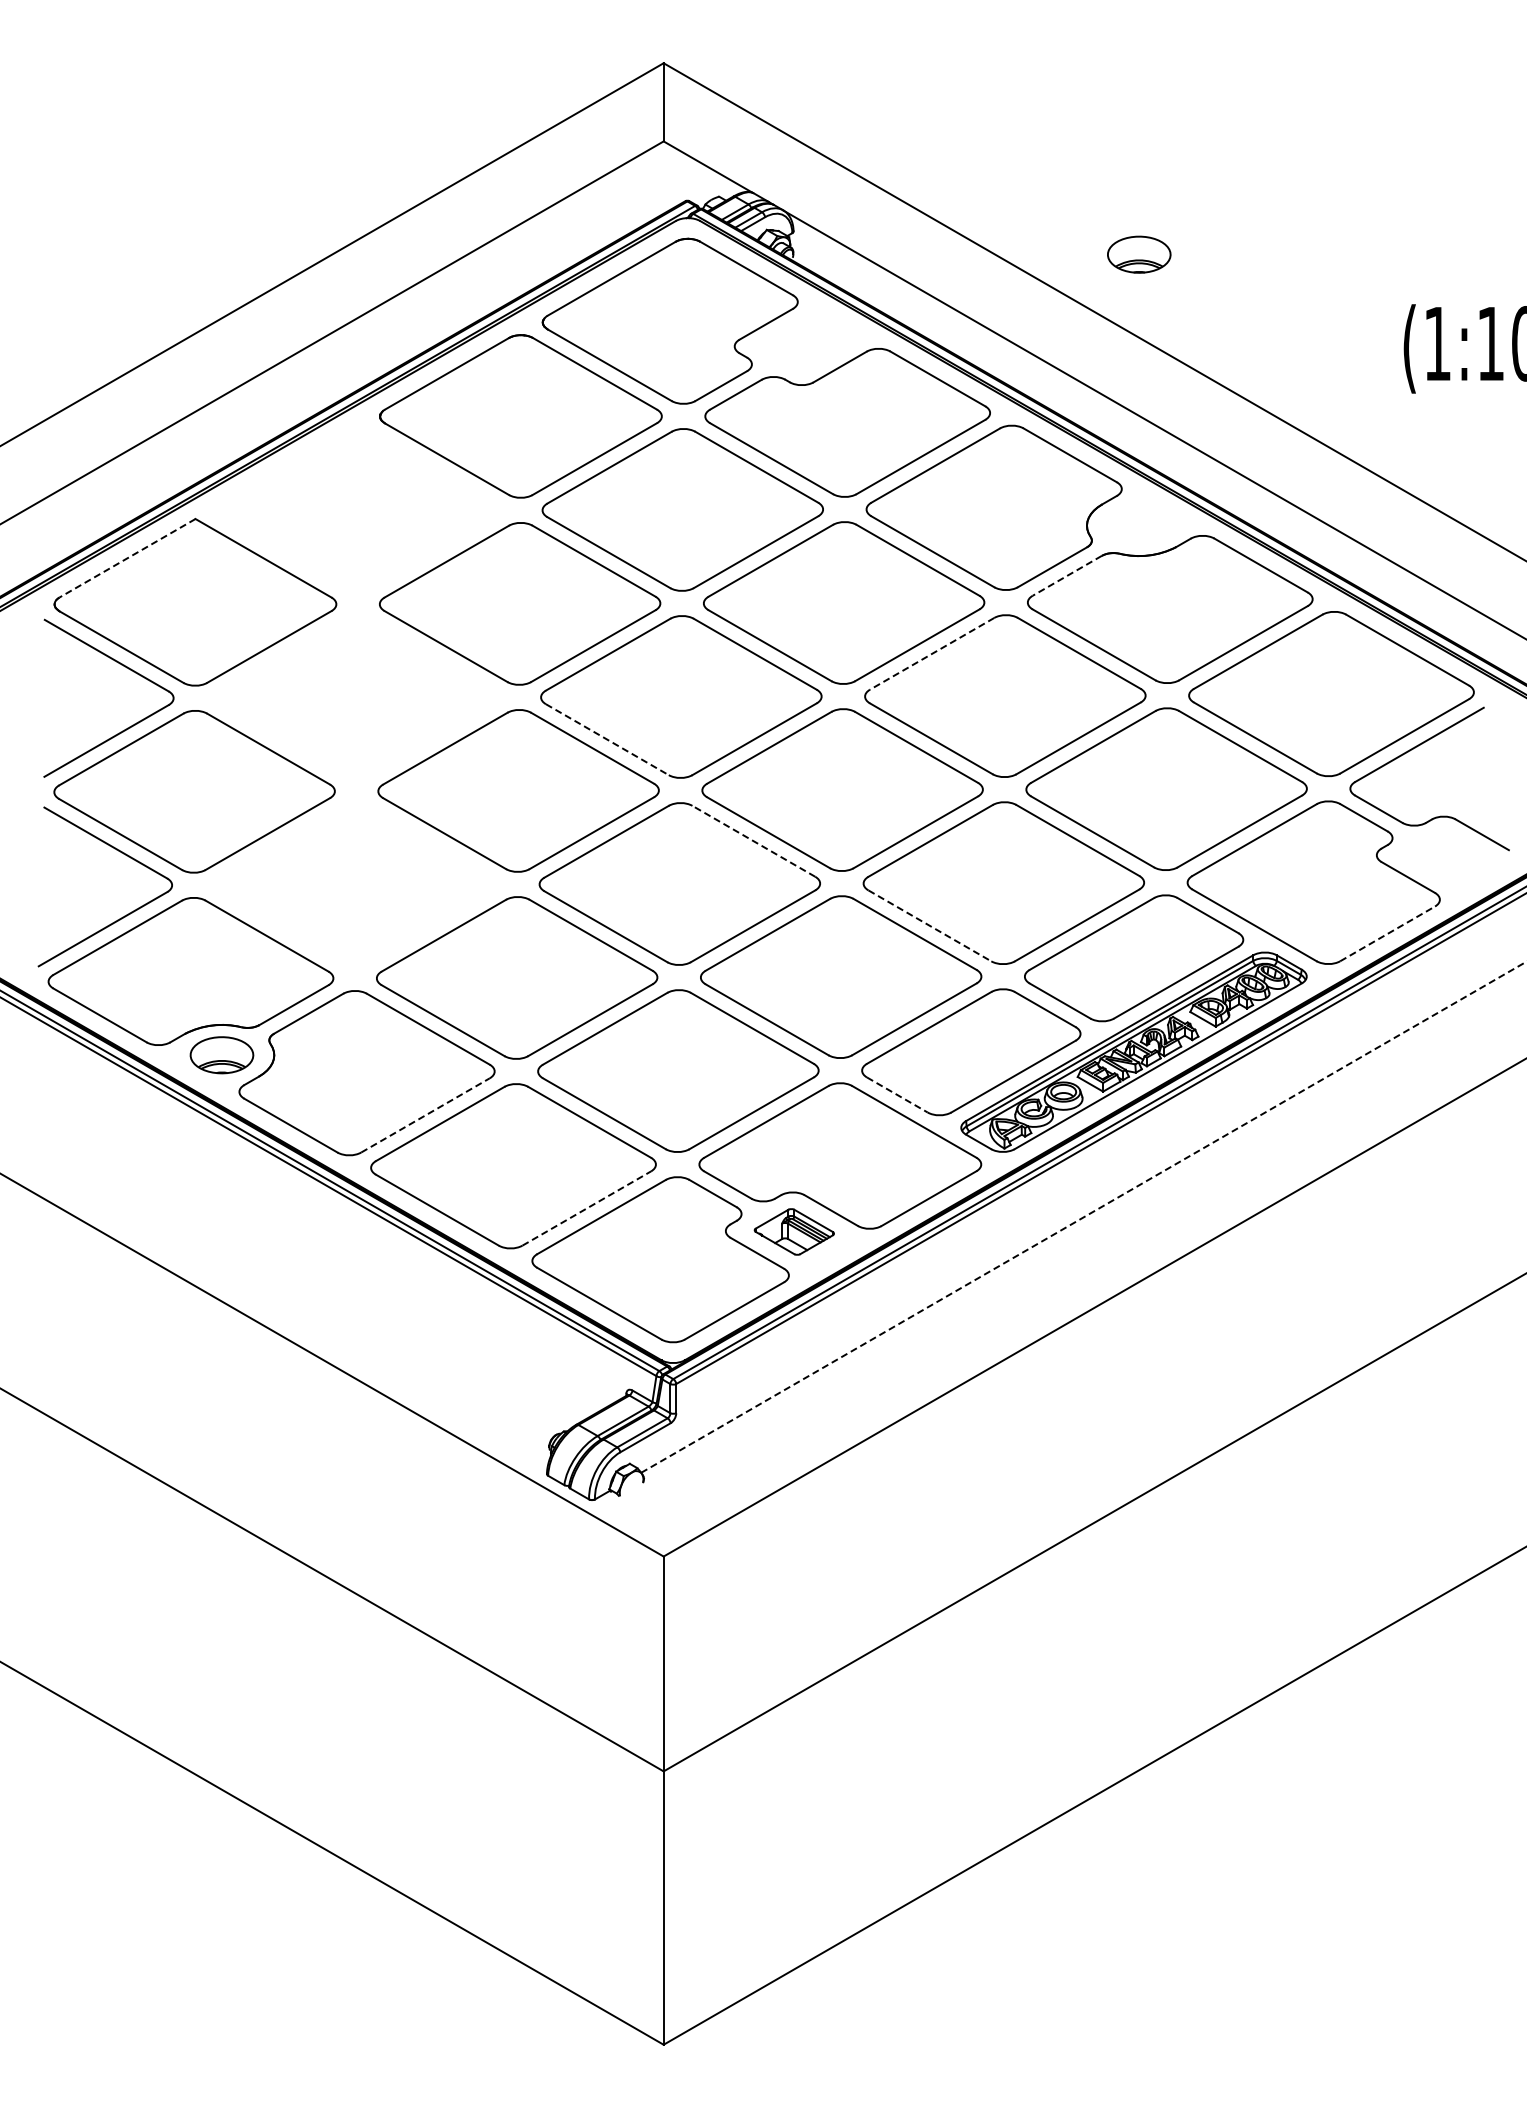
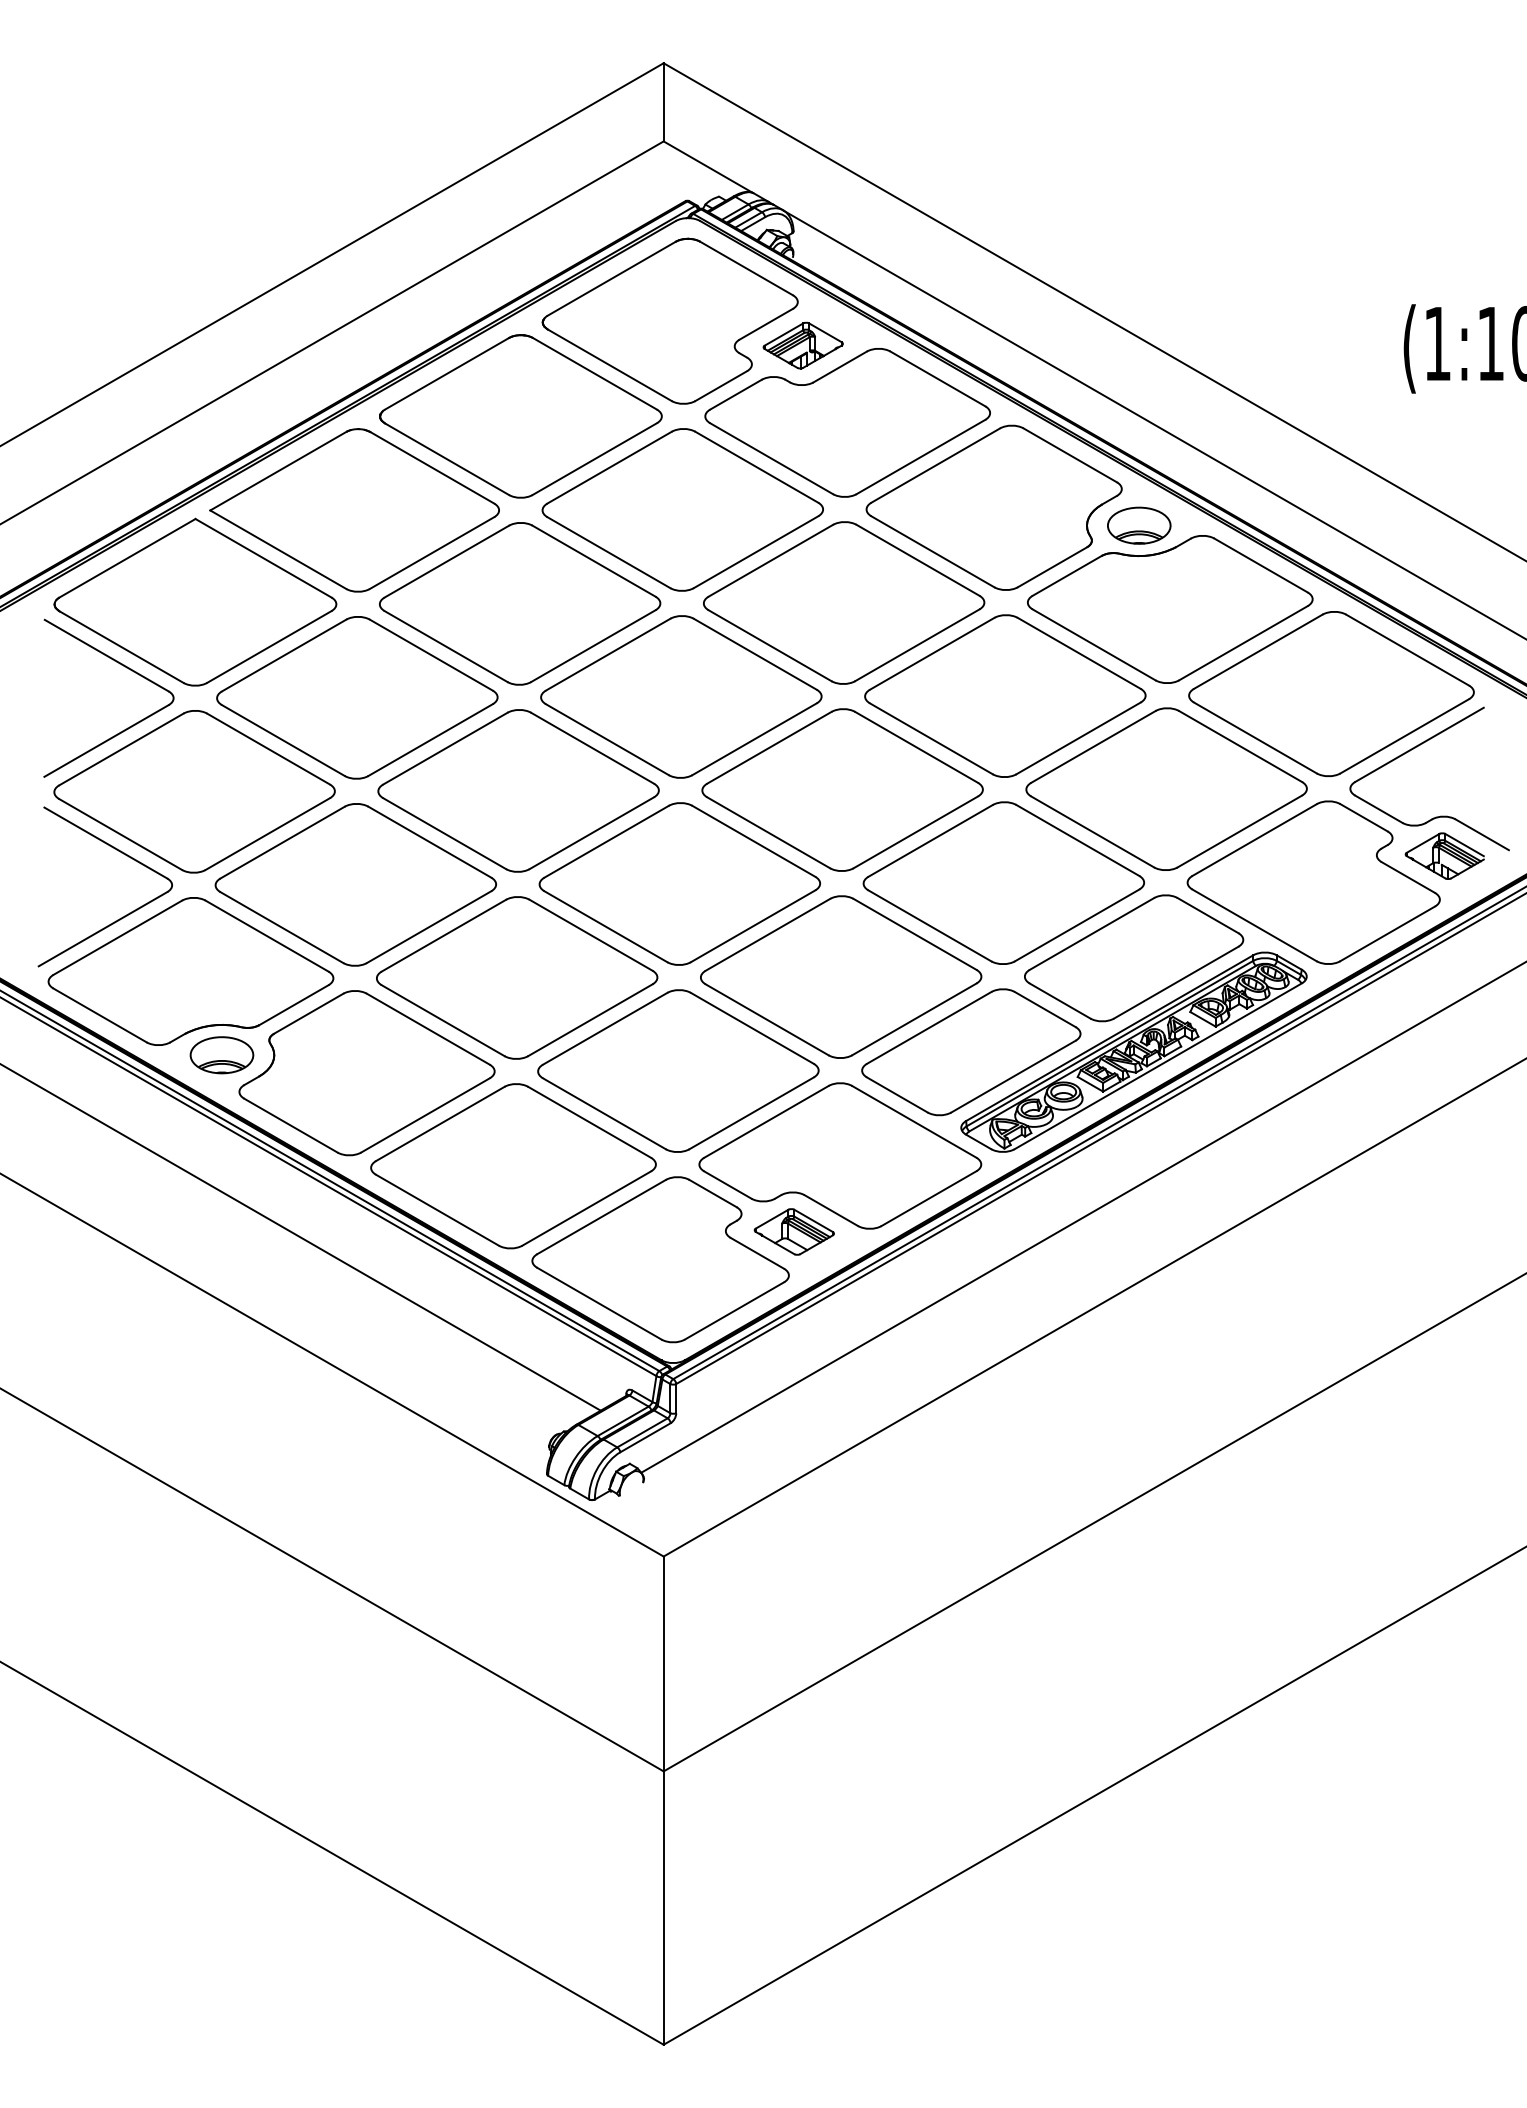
part at (1139, 254) position: (1139, 254) -> (1139, 525)
part at (802, 345): none -> present
part at (354, 510): none -> present
line at (127, 558): dashed -> solid
line at (1067, 575): dashed -> solid
line at (932, 653): dashed -> solid
part at (357, 697): none -> present
line at (607, 739): dashed -> solid
line at (753, 841): dashed -> solid
part at (1444, 855): none -> present
part at (355, 884): none -> present
line at (929, 925): dashed -> solid
line at (1387, 933): dashed -> solid
line at (897, 1095): dashed -> solid
line at (425, 1115): dashed -> solid
line at (587, 1208): dashed -> solid
line at (1084, 1217): dashed -> solid
line at (301, 1237): none -> present
